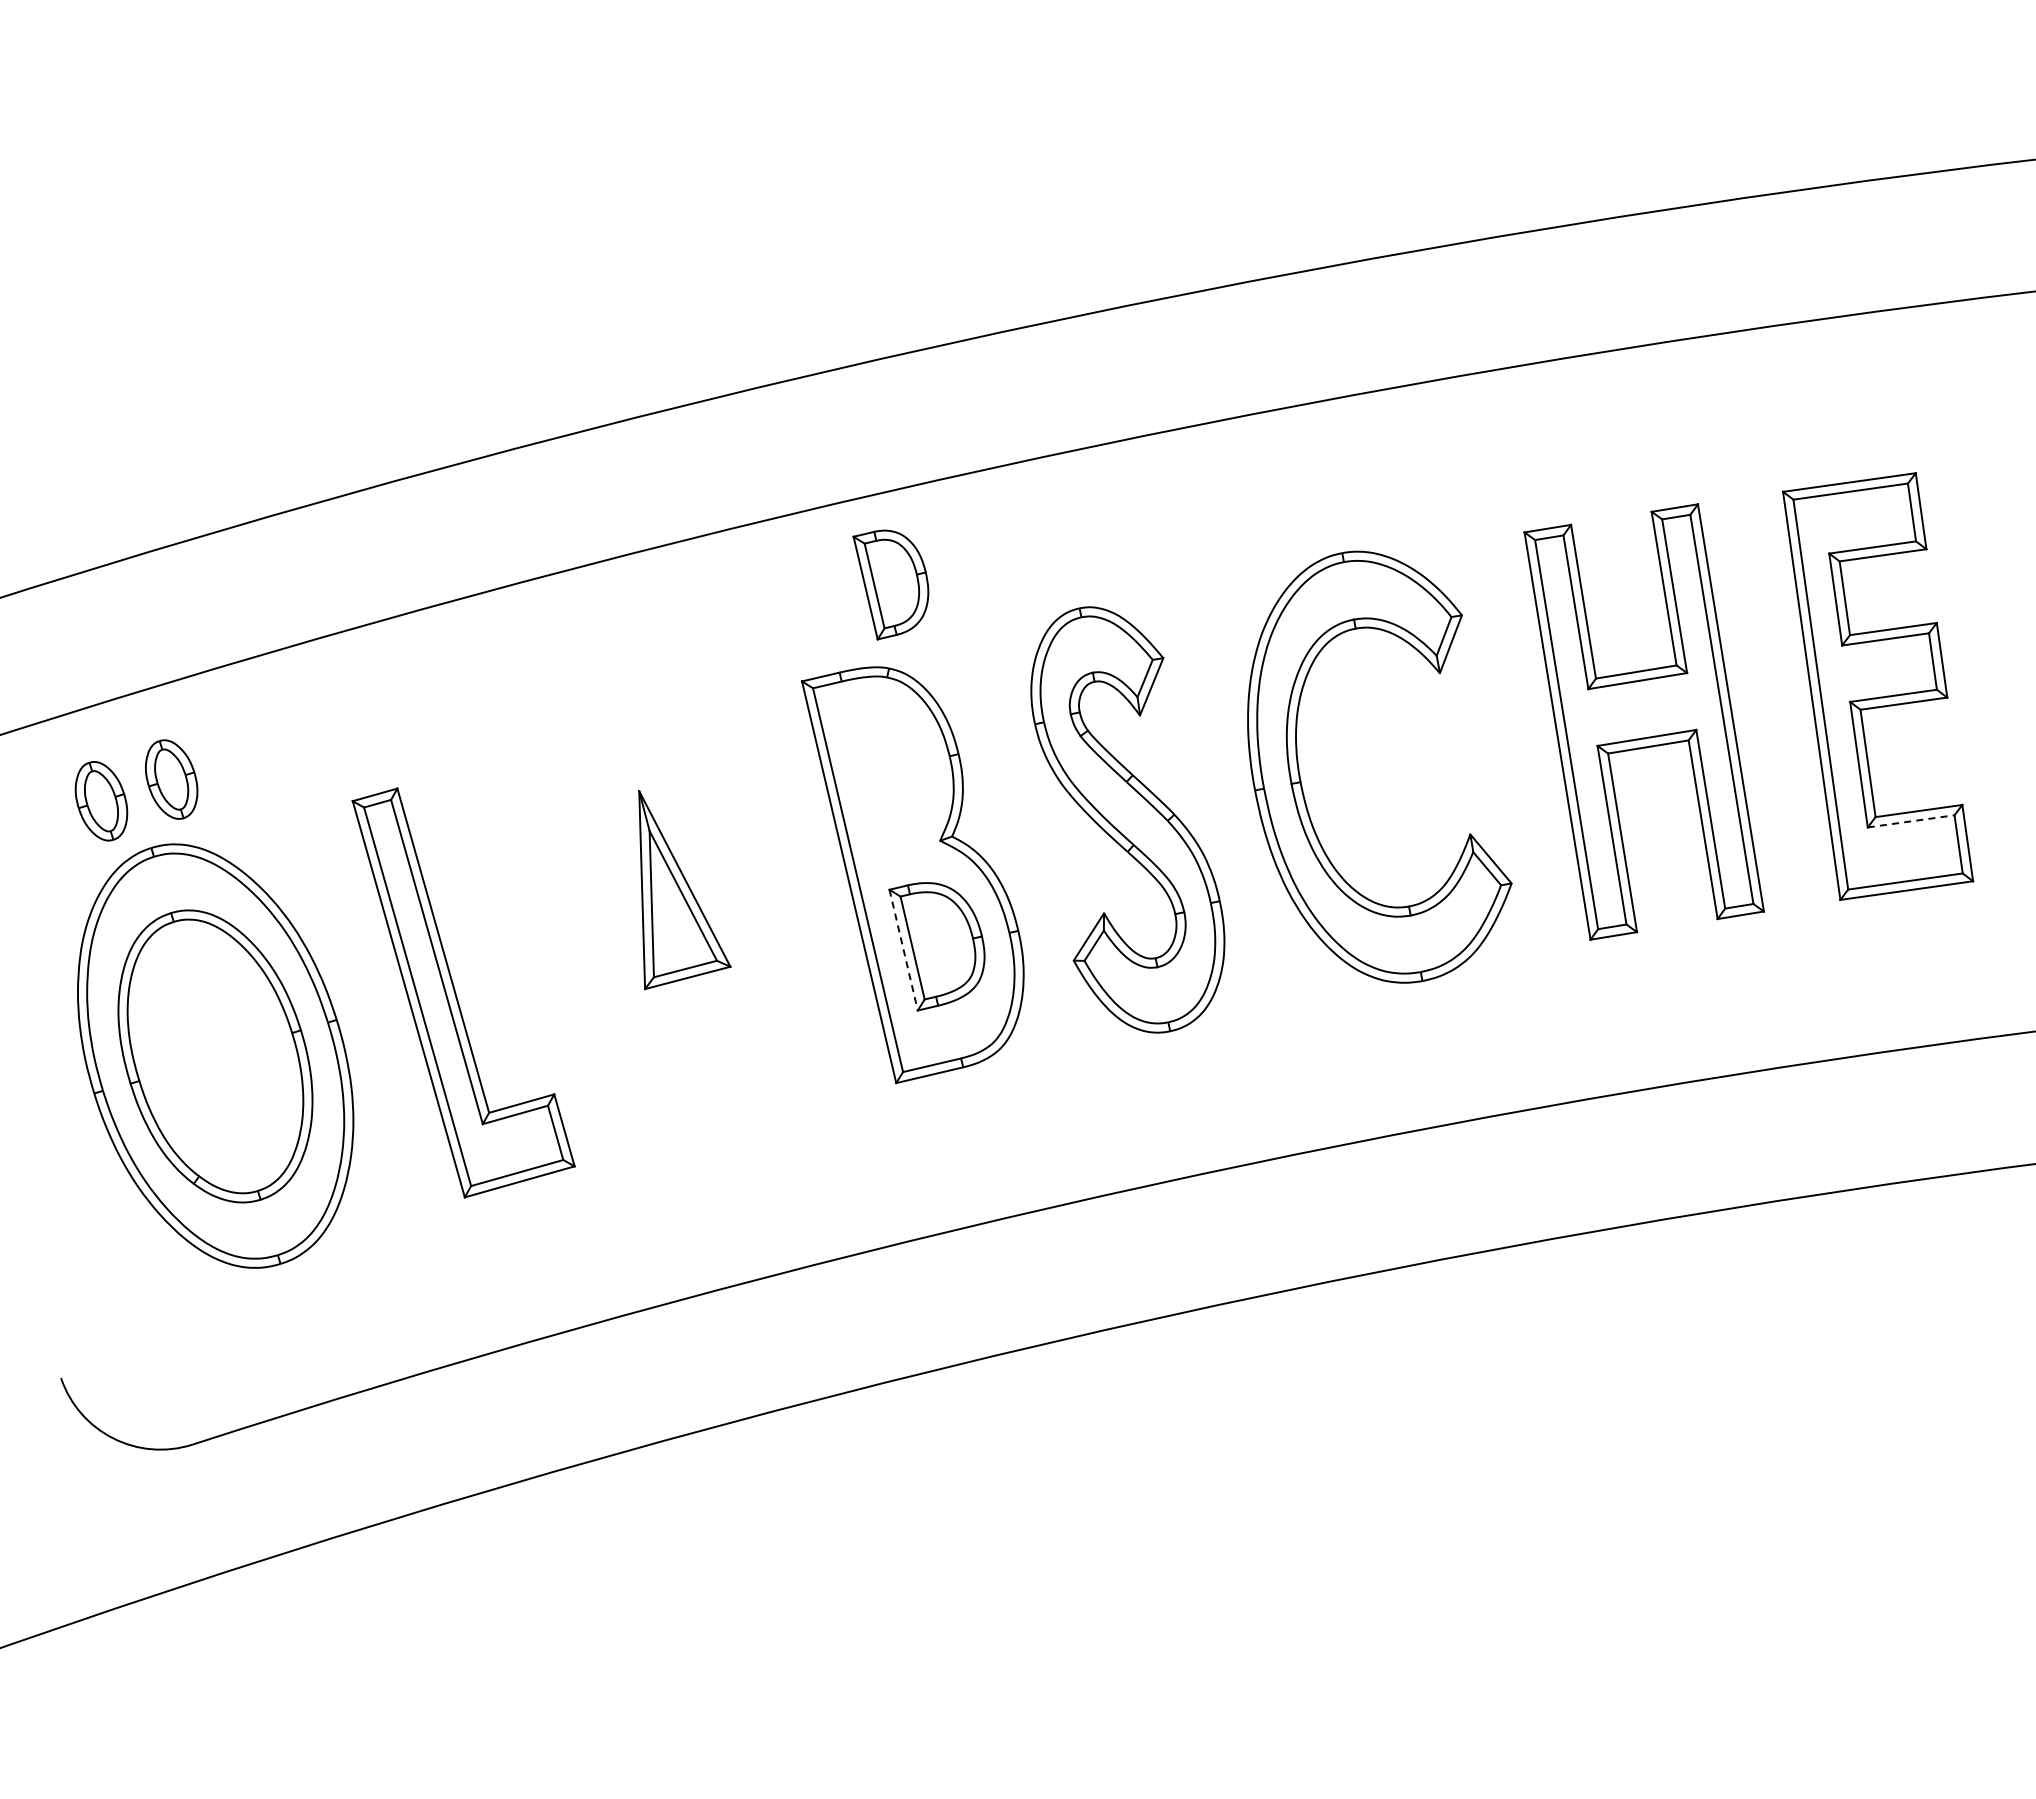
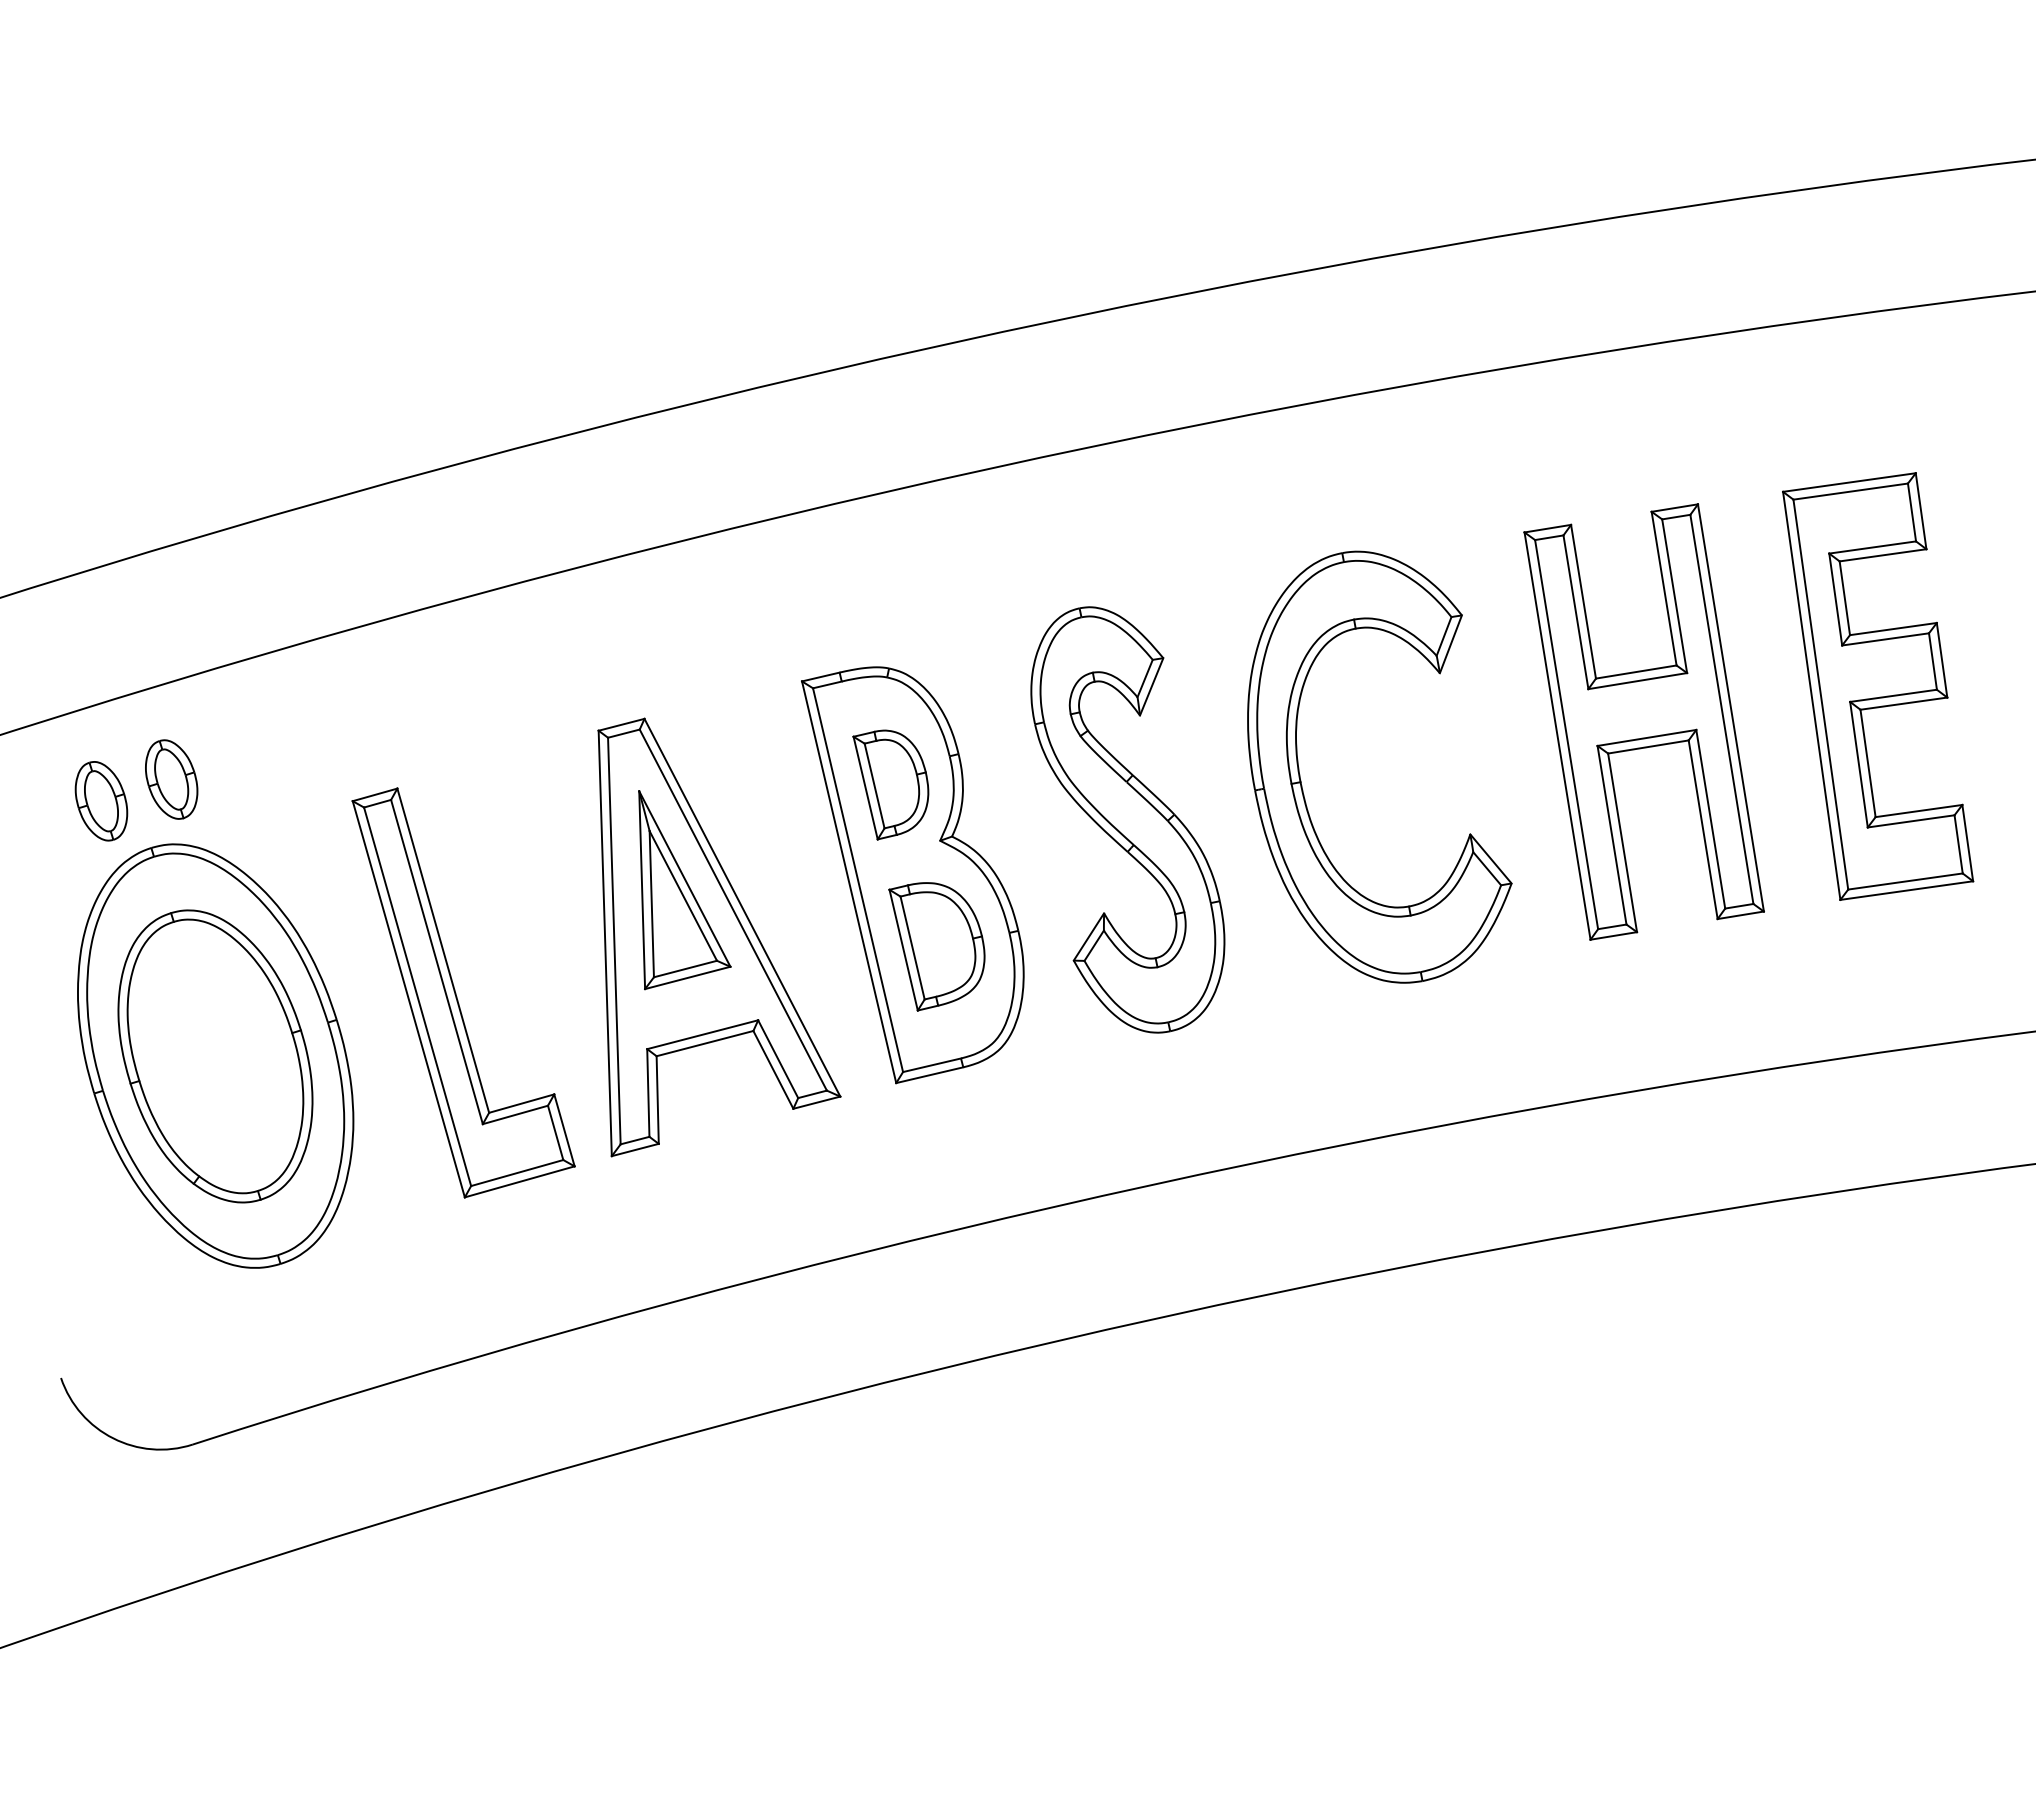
part at (890, 584) position: (890, 584) -> (890, 784)
line at (1911, 821): dashed -> solid
part at (719, 937): none -> present
line at (903, 950): dashed -> solid
